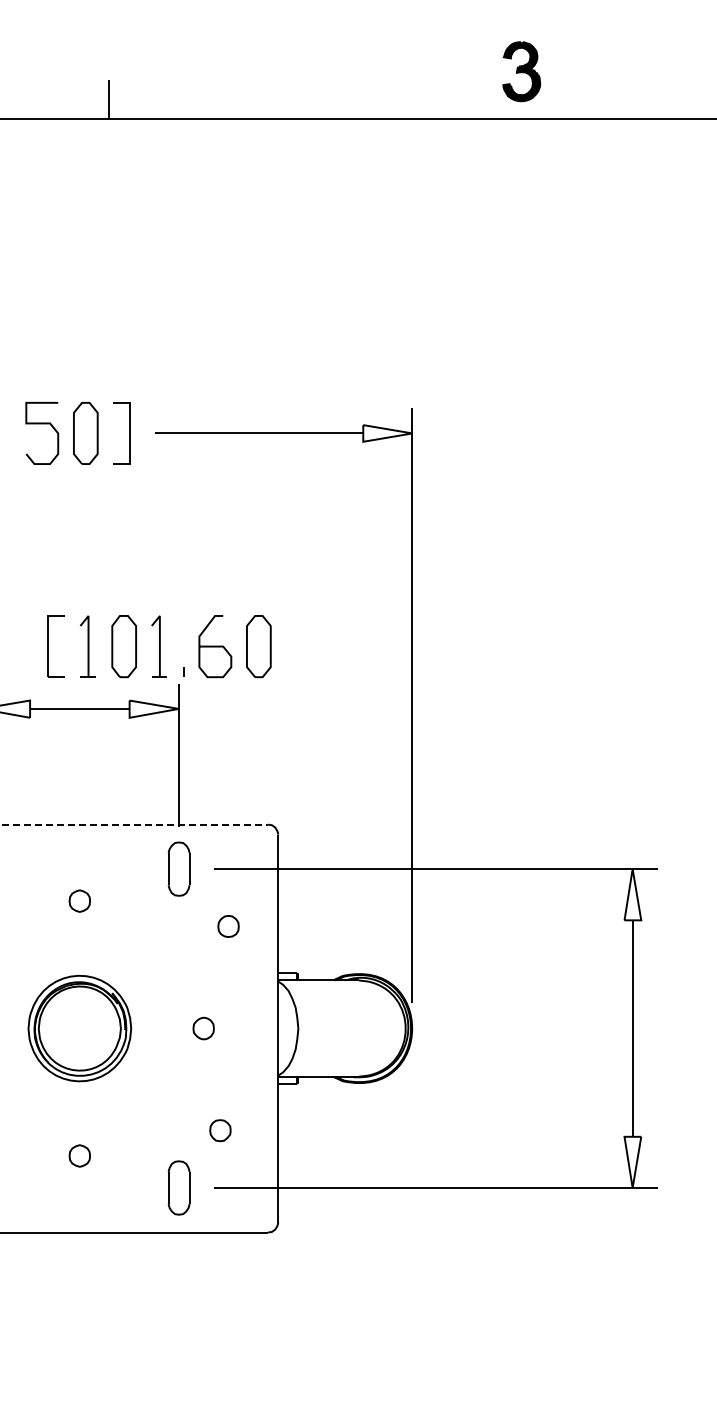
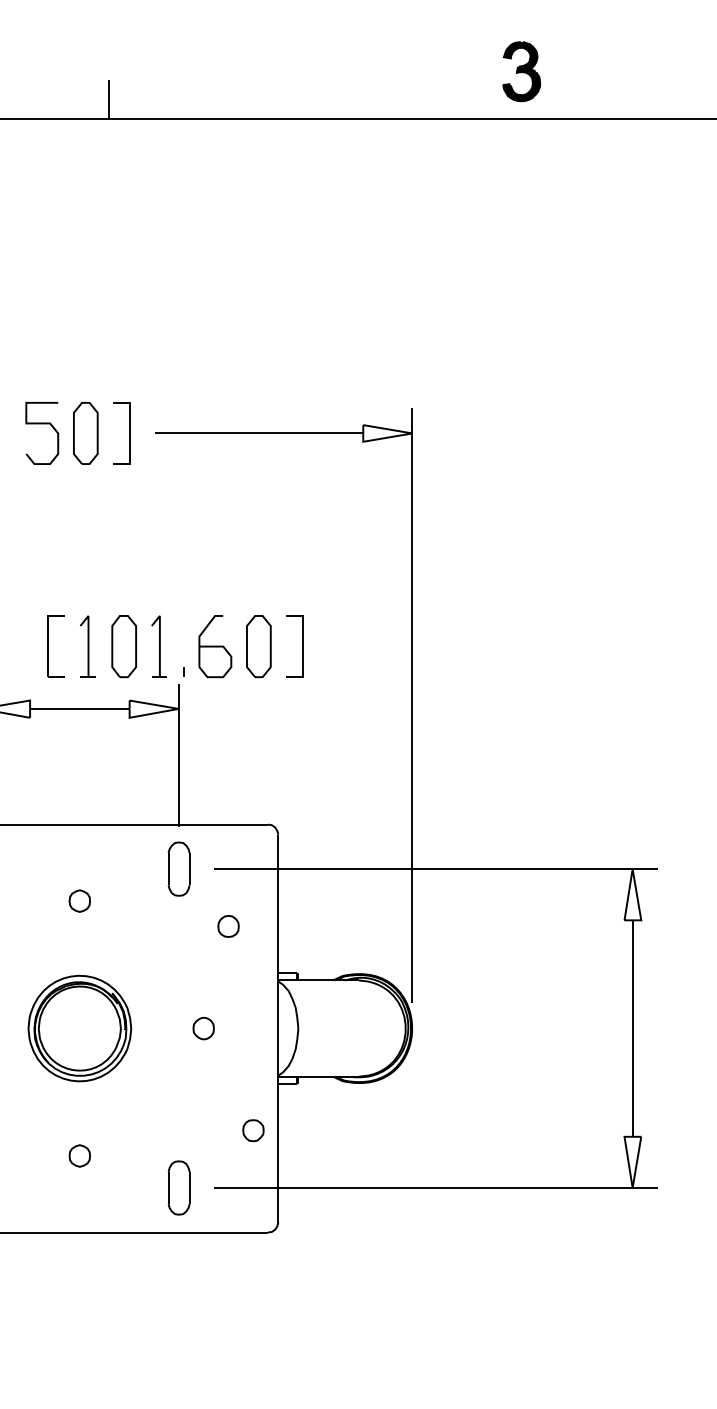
line at (302, 646): none -> present
line at (134, 824): dashed -> solid
part at (220, 1130) position: (220, 1130) -> (253, 1130)
